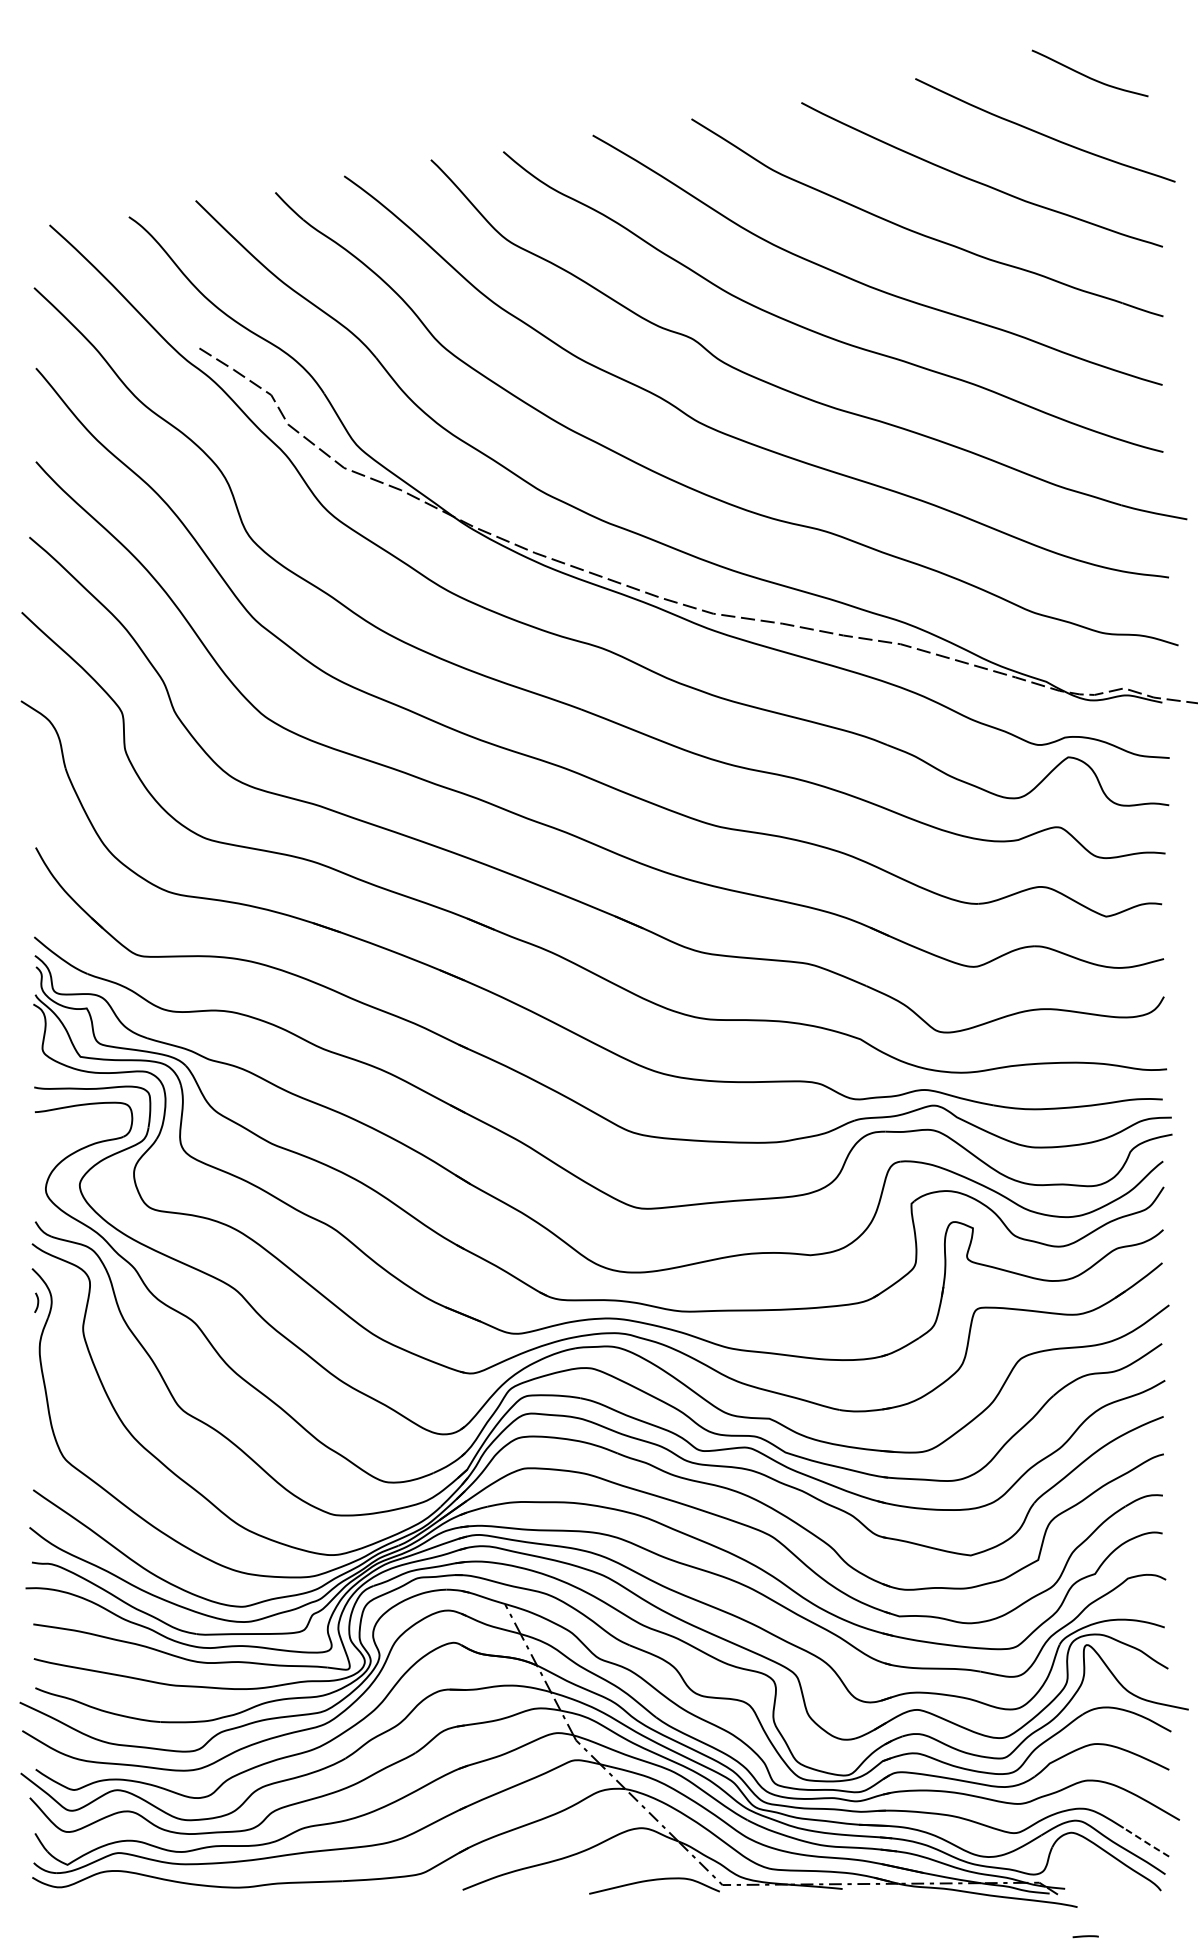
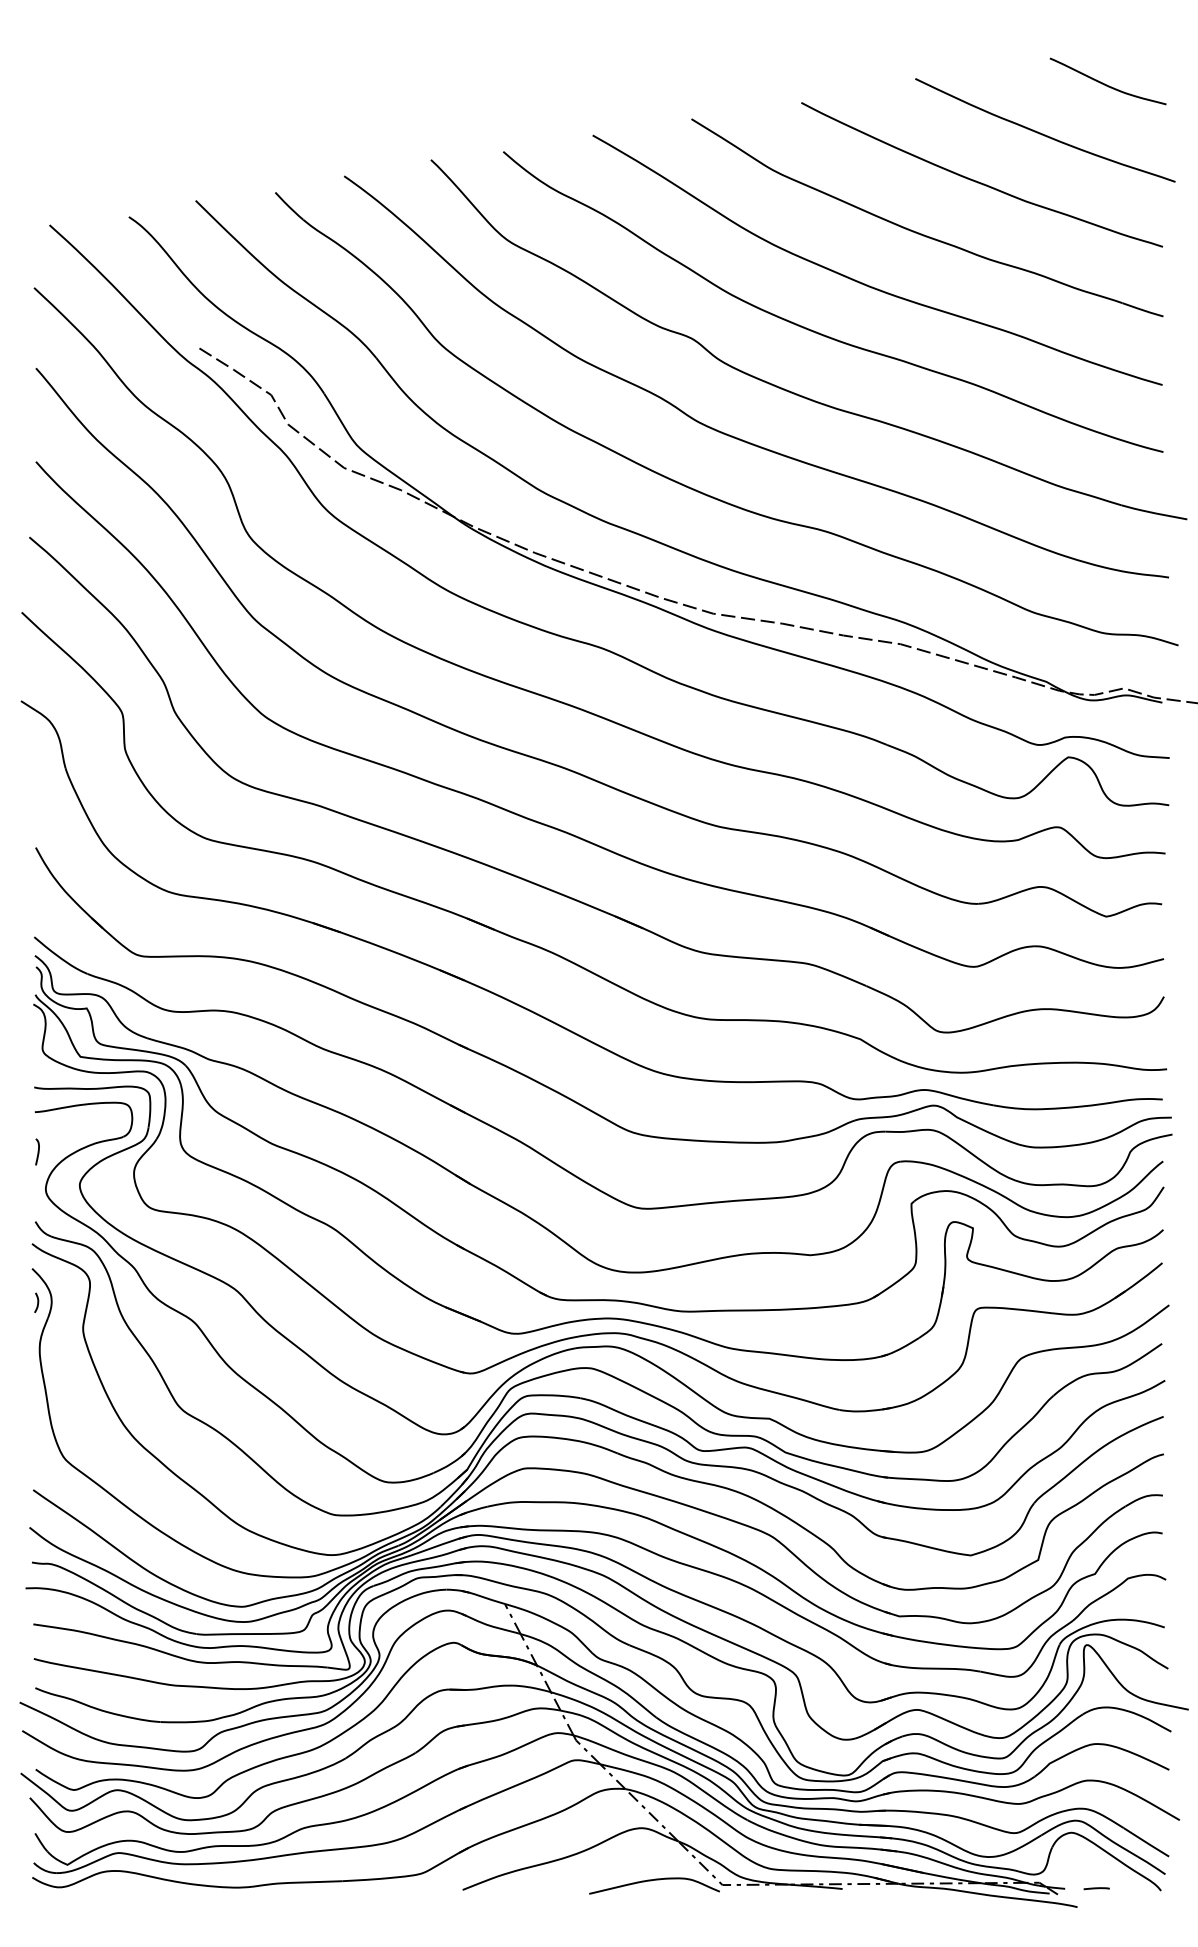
curve at (1087, 75) position: (1087, 75) -> (1105, 83)
curve at (37, 1151): none -> present
line at (1146, 1842): dashed -> solid
line at (1085, 1936) position: (1085, 1936) -> (1096, 1888)
